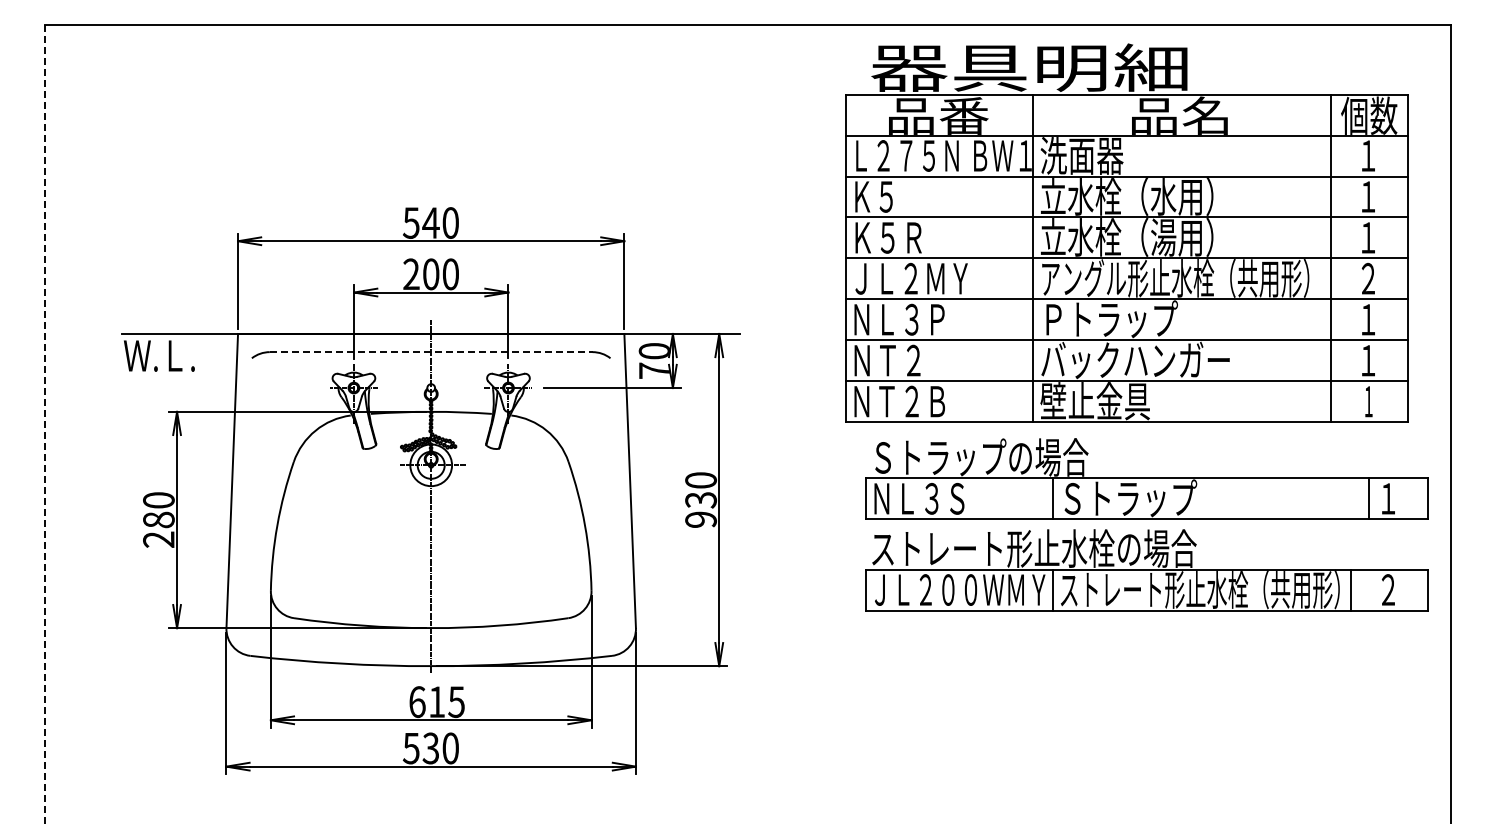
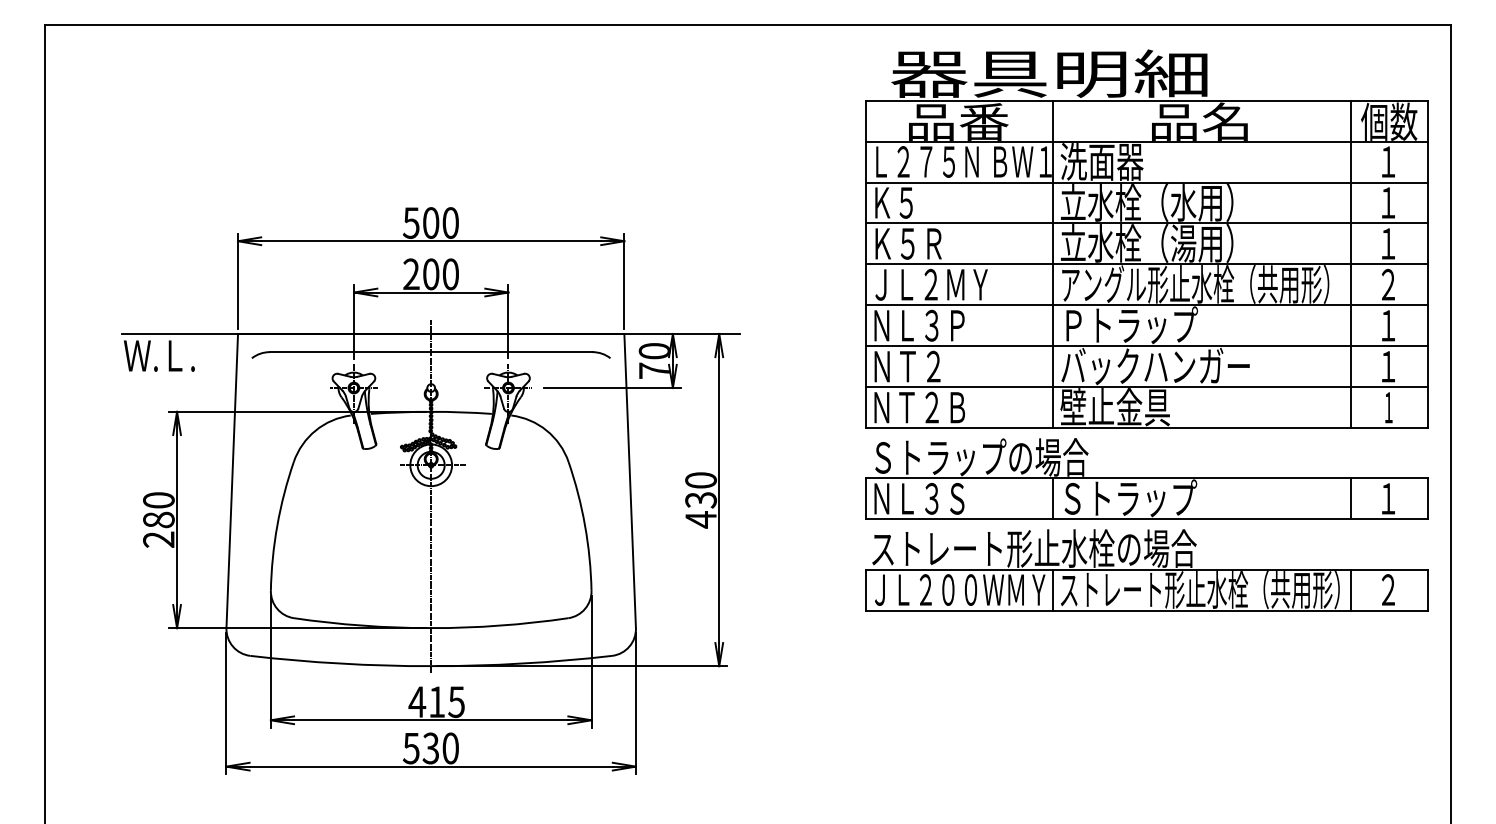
text at (430, 222): 540 -> 500
part at (1126, 232) position: (1126, 232) -> (1146, 238)
line at (431, 352): dashed -> solid
line at (44, 423): dashed -> solid
line at (1368, 498) position: (1368, 498) -> (1350, 498)
text at (700, 519): 930 -> 430
text at (417, 702): 615 -> 415
